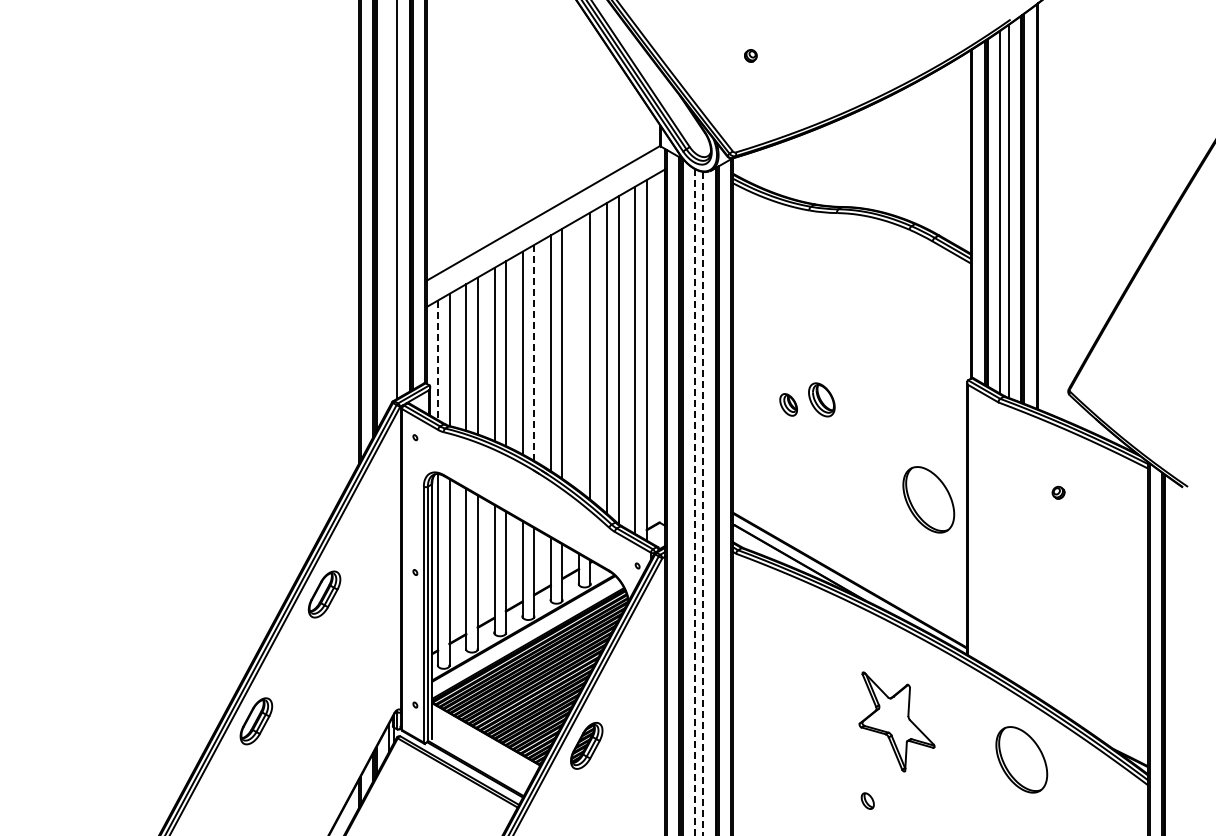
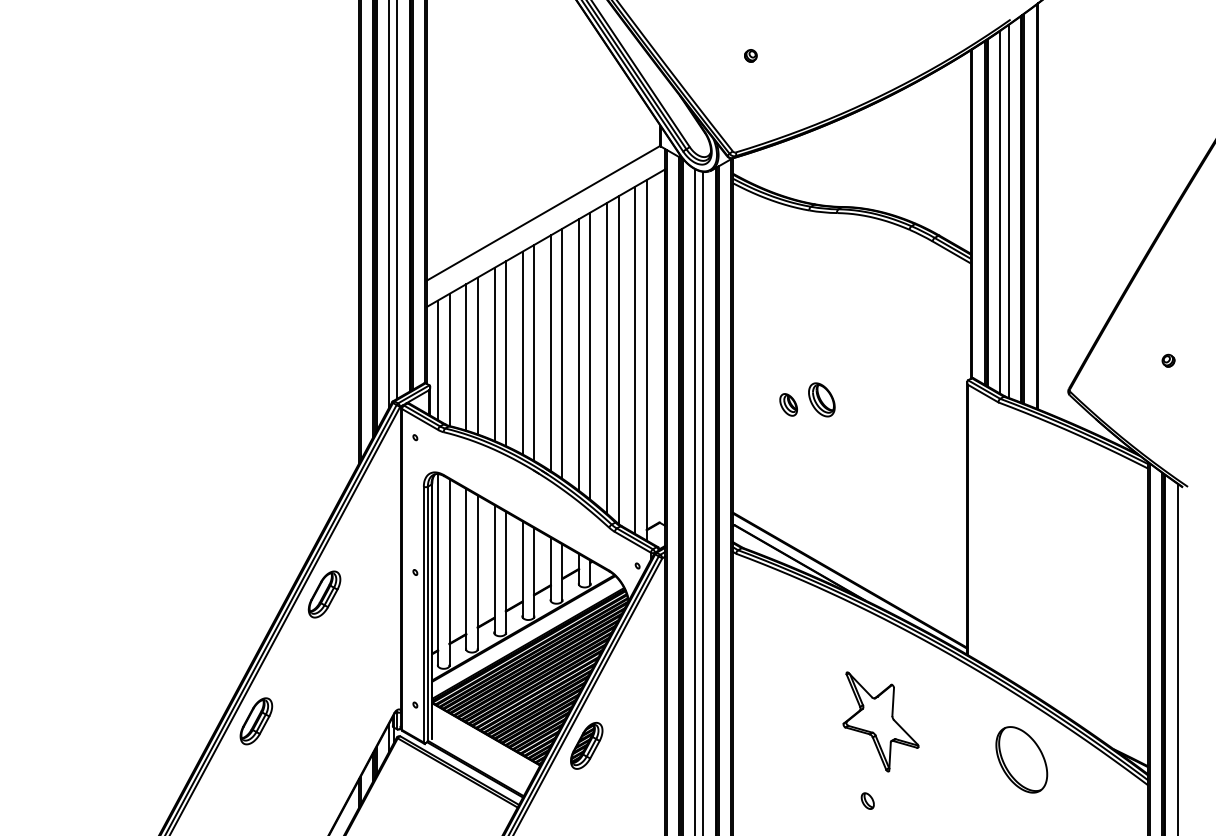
line at (389, 204): none -> present
line at (534, 352): dashed -> solid
line at (579, 354): none -> present
line at (438, 360): dashed -> solid
part at (1058, 492) position: (1058, 492) -> (1168, 360)
part at (928, 499): present -> none
line at (695, 502): dashed -> solid
line at (703, 503): dashed -> solid
line at (1177, 658): none -> present
part at (896, 721) position: (896, 721) -> (880, 721)
